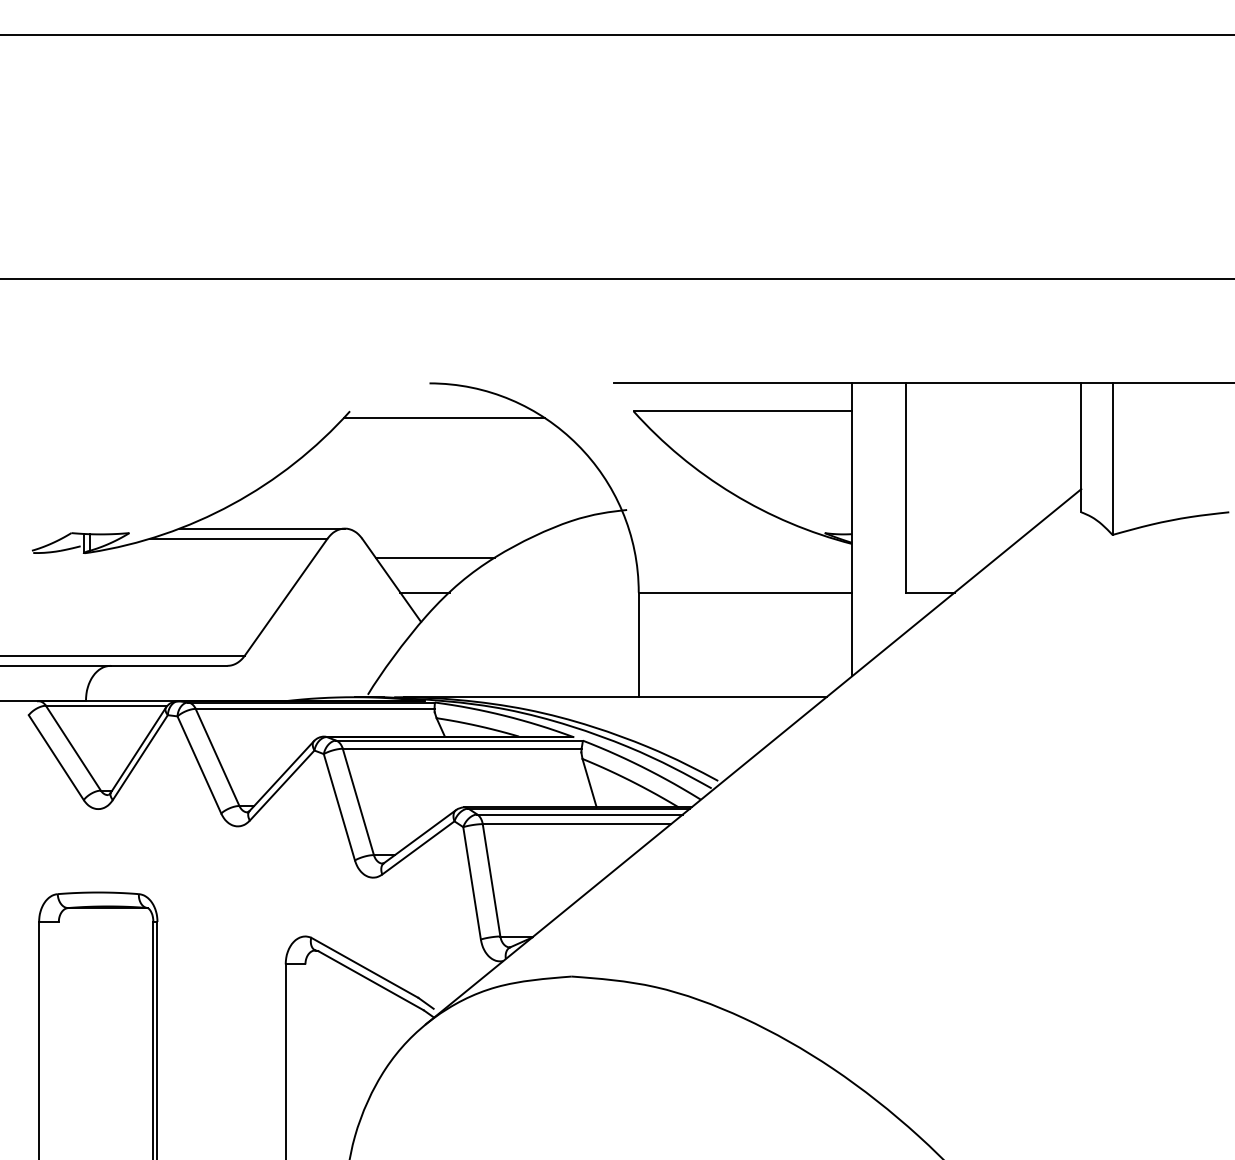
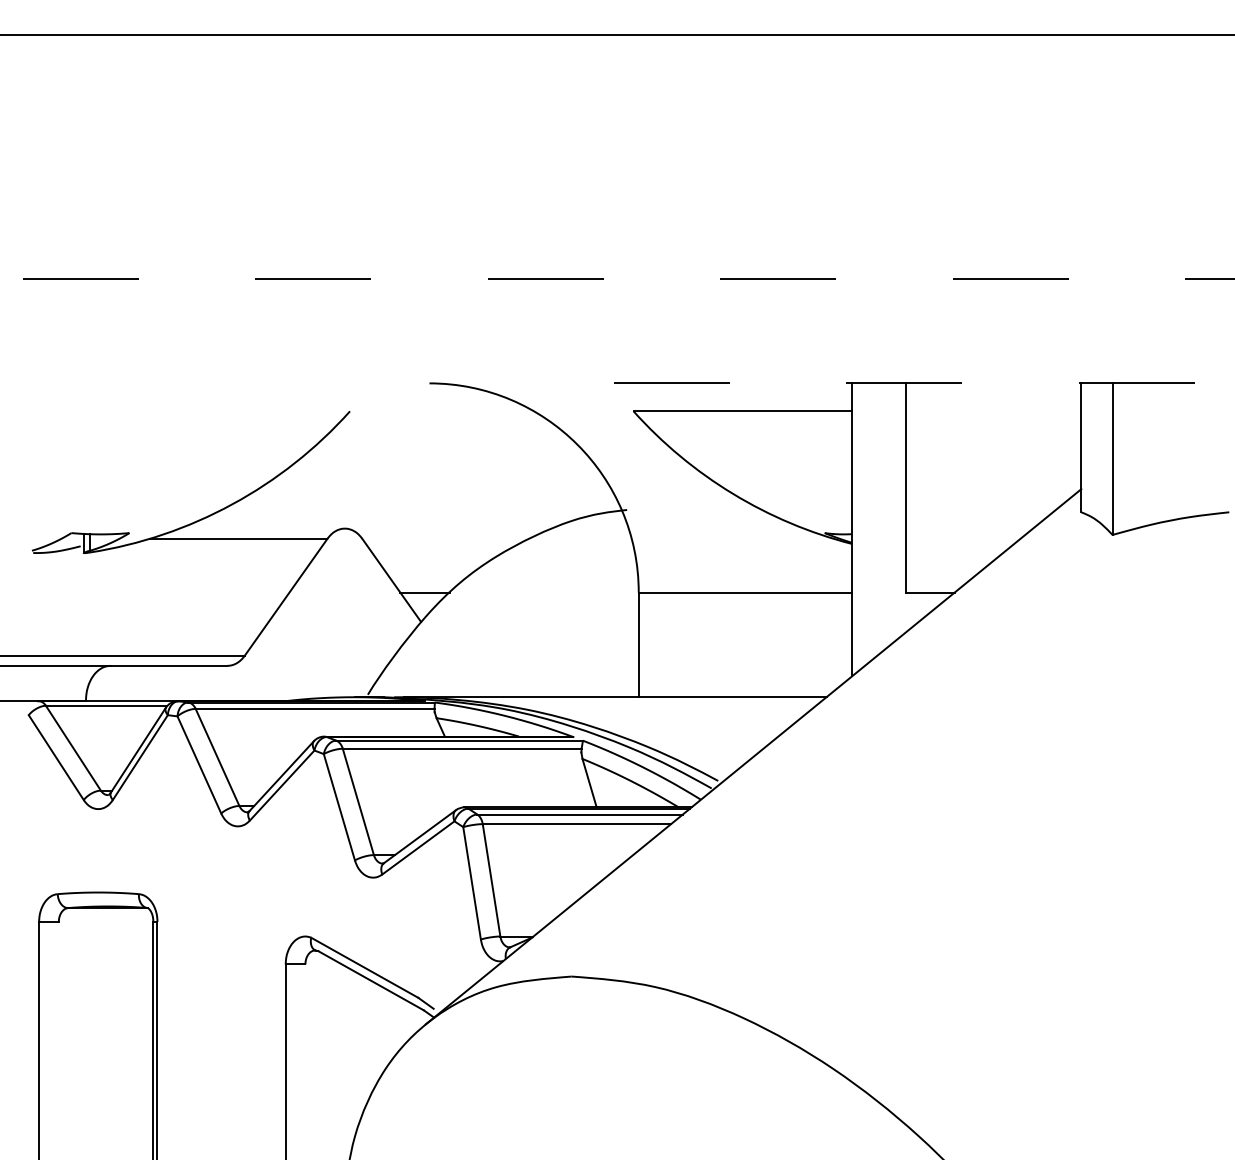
line at (617, 278): solid -> dashed
line at (924, 383): solid -> dashed
line at (444, 418): present -> none
line at (261, 528): present -> none
line at (434, 557): present -> none
